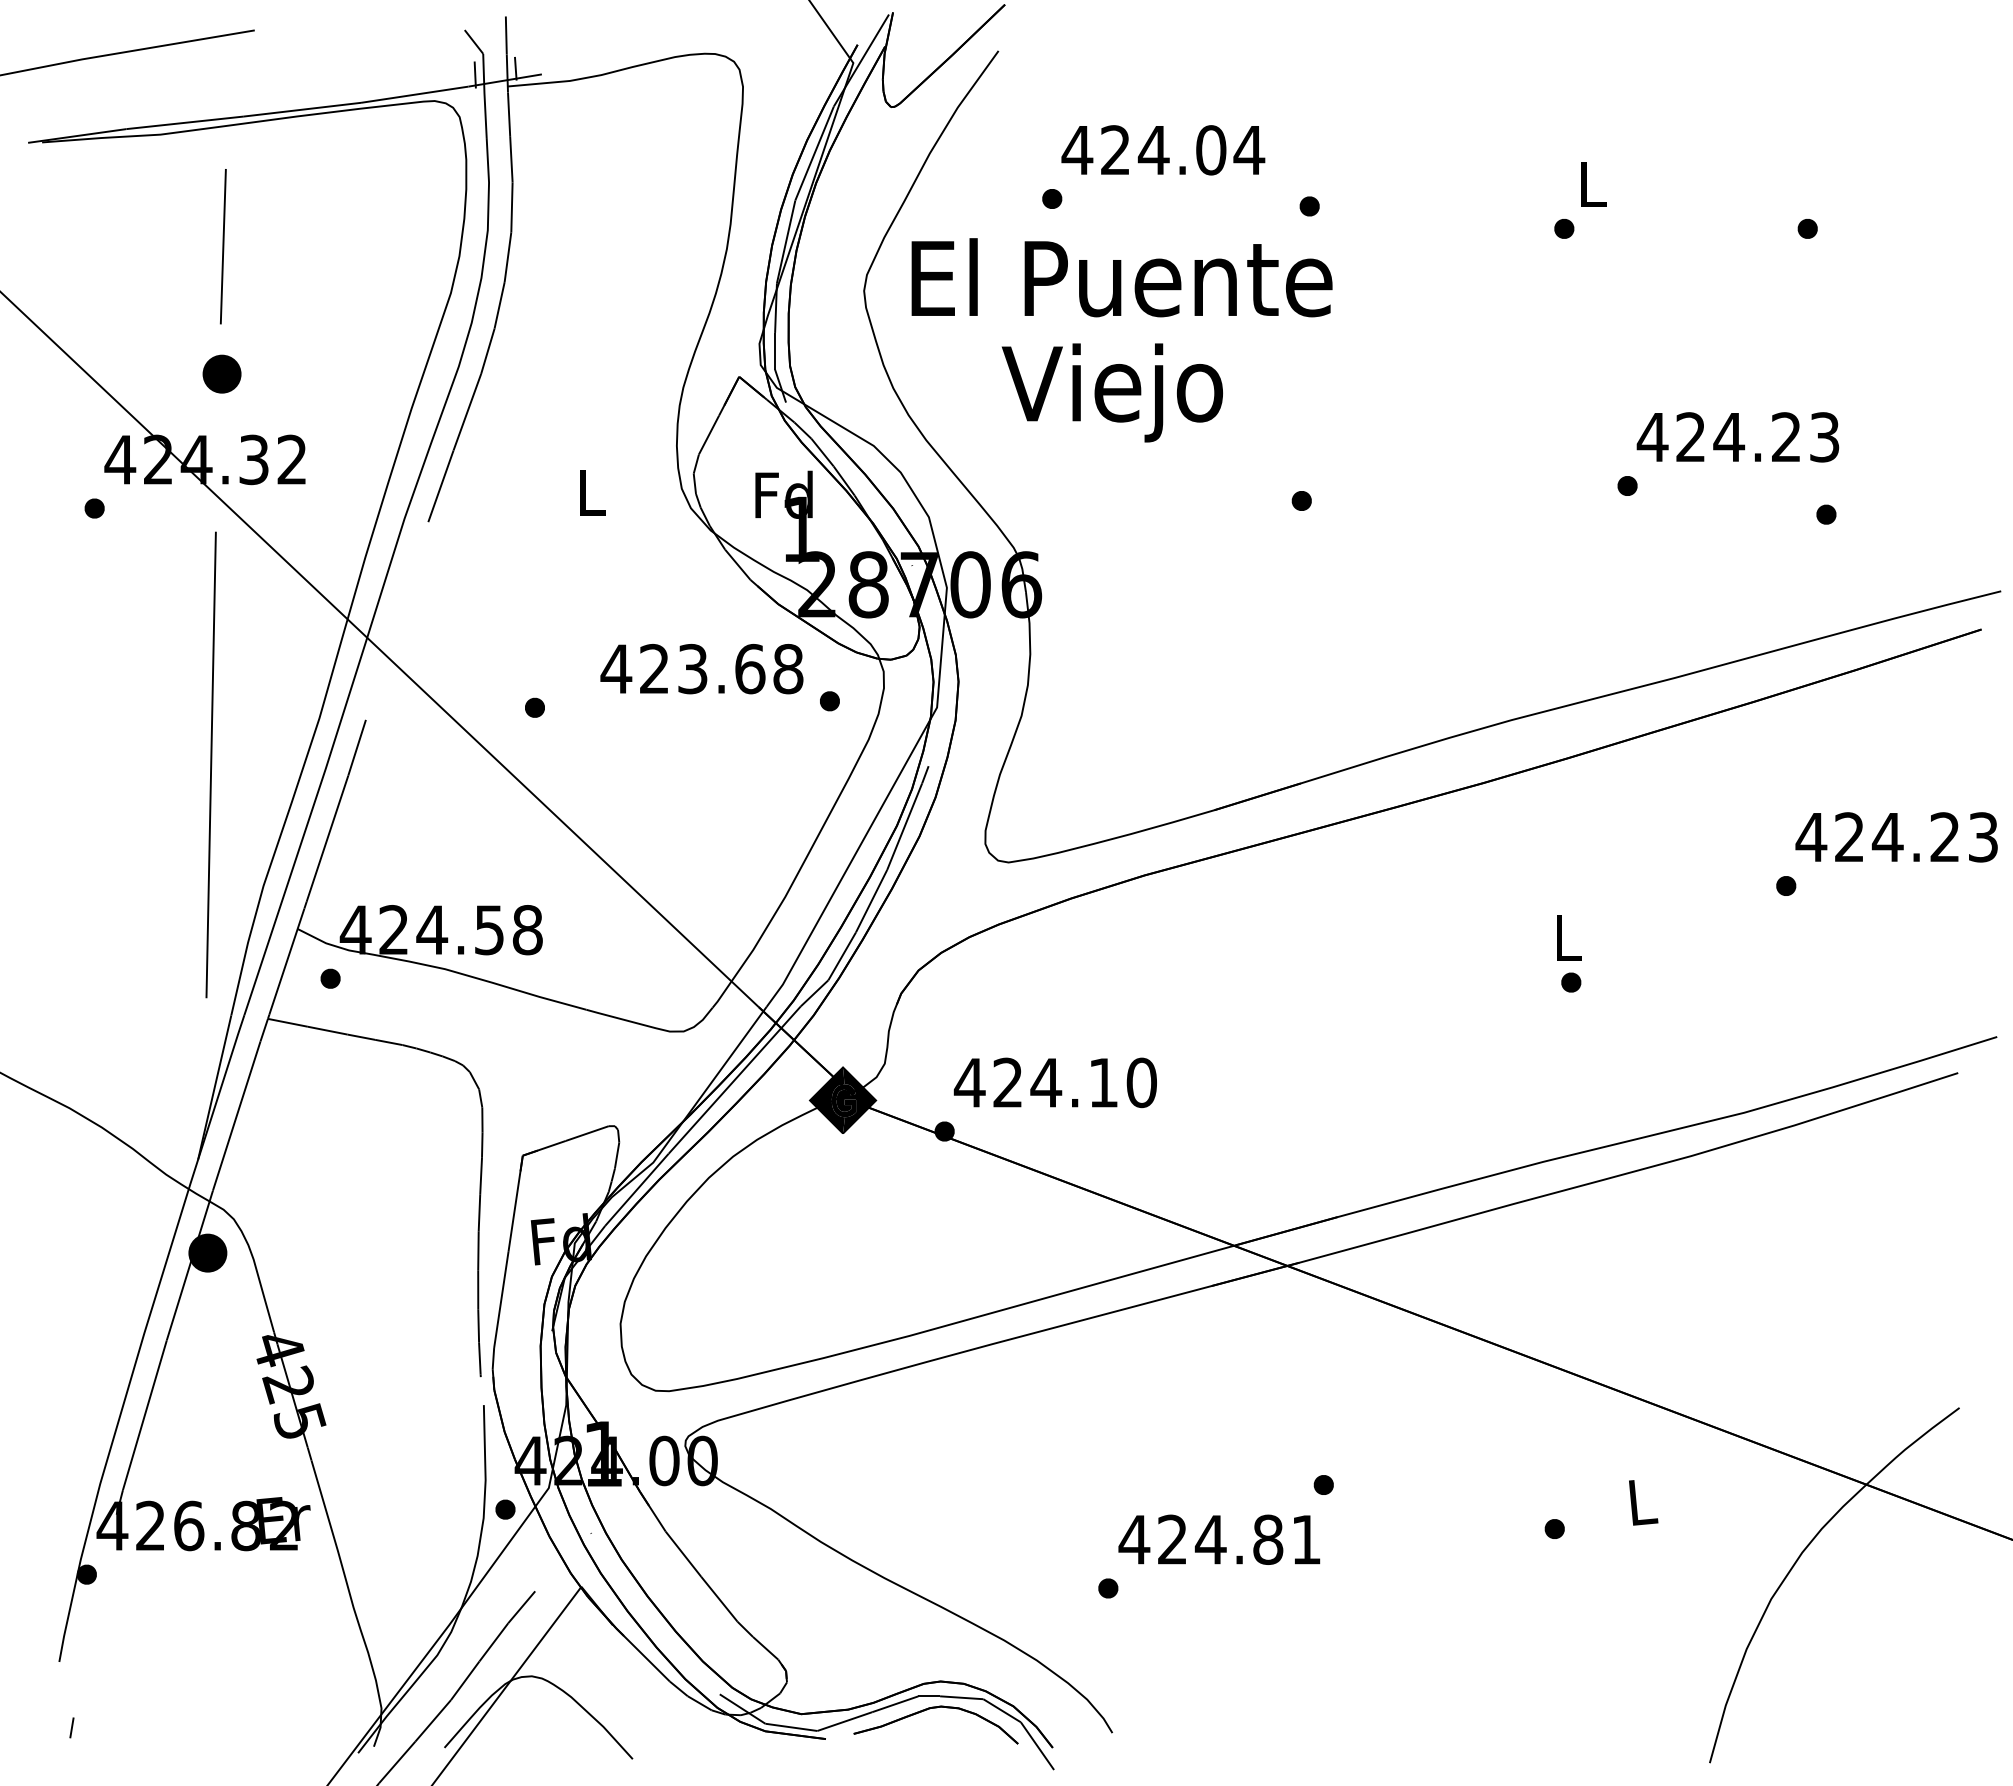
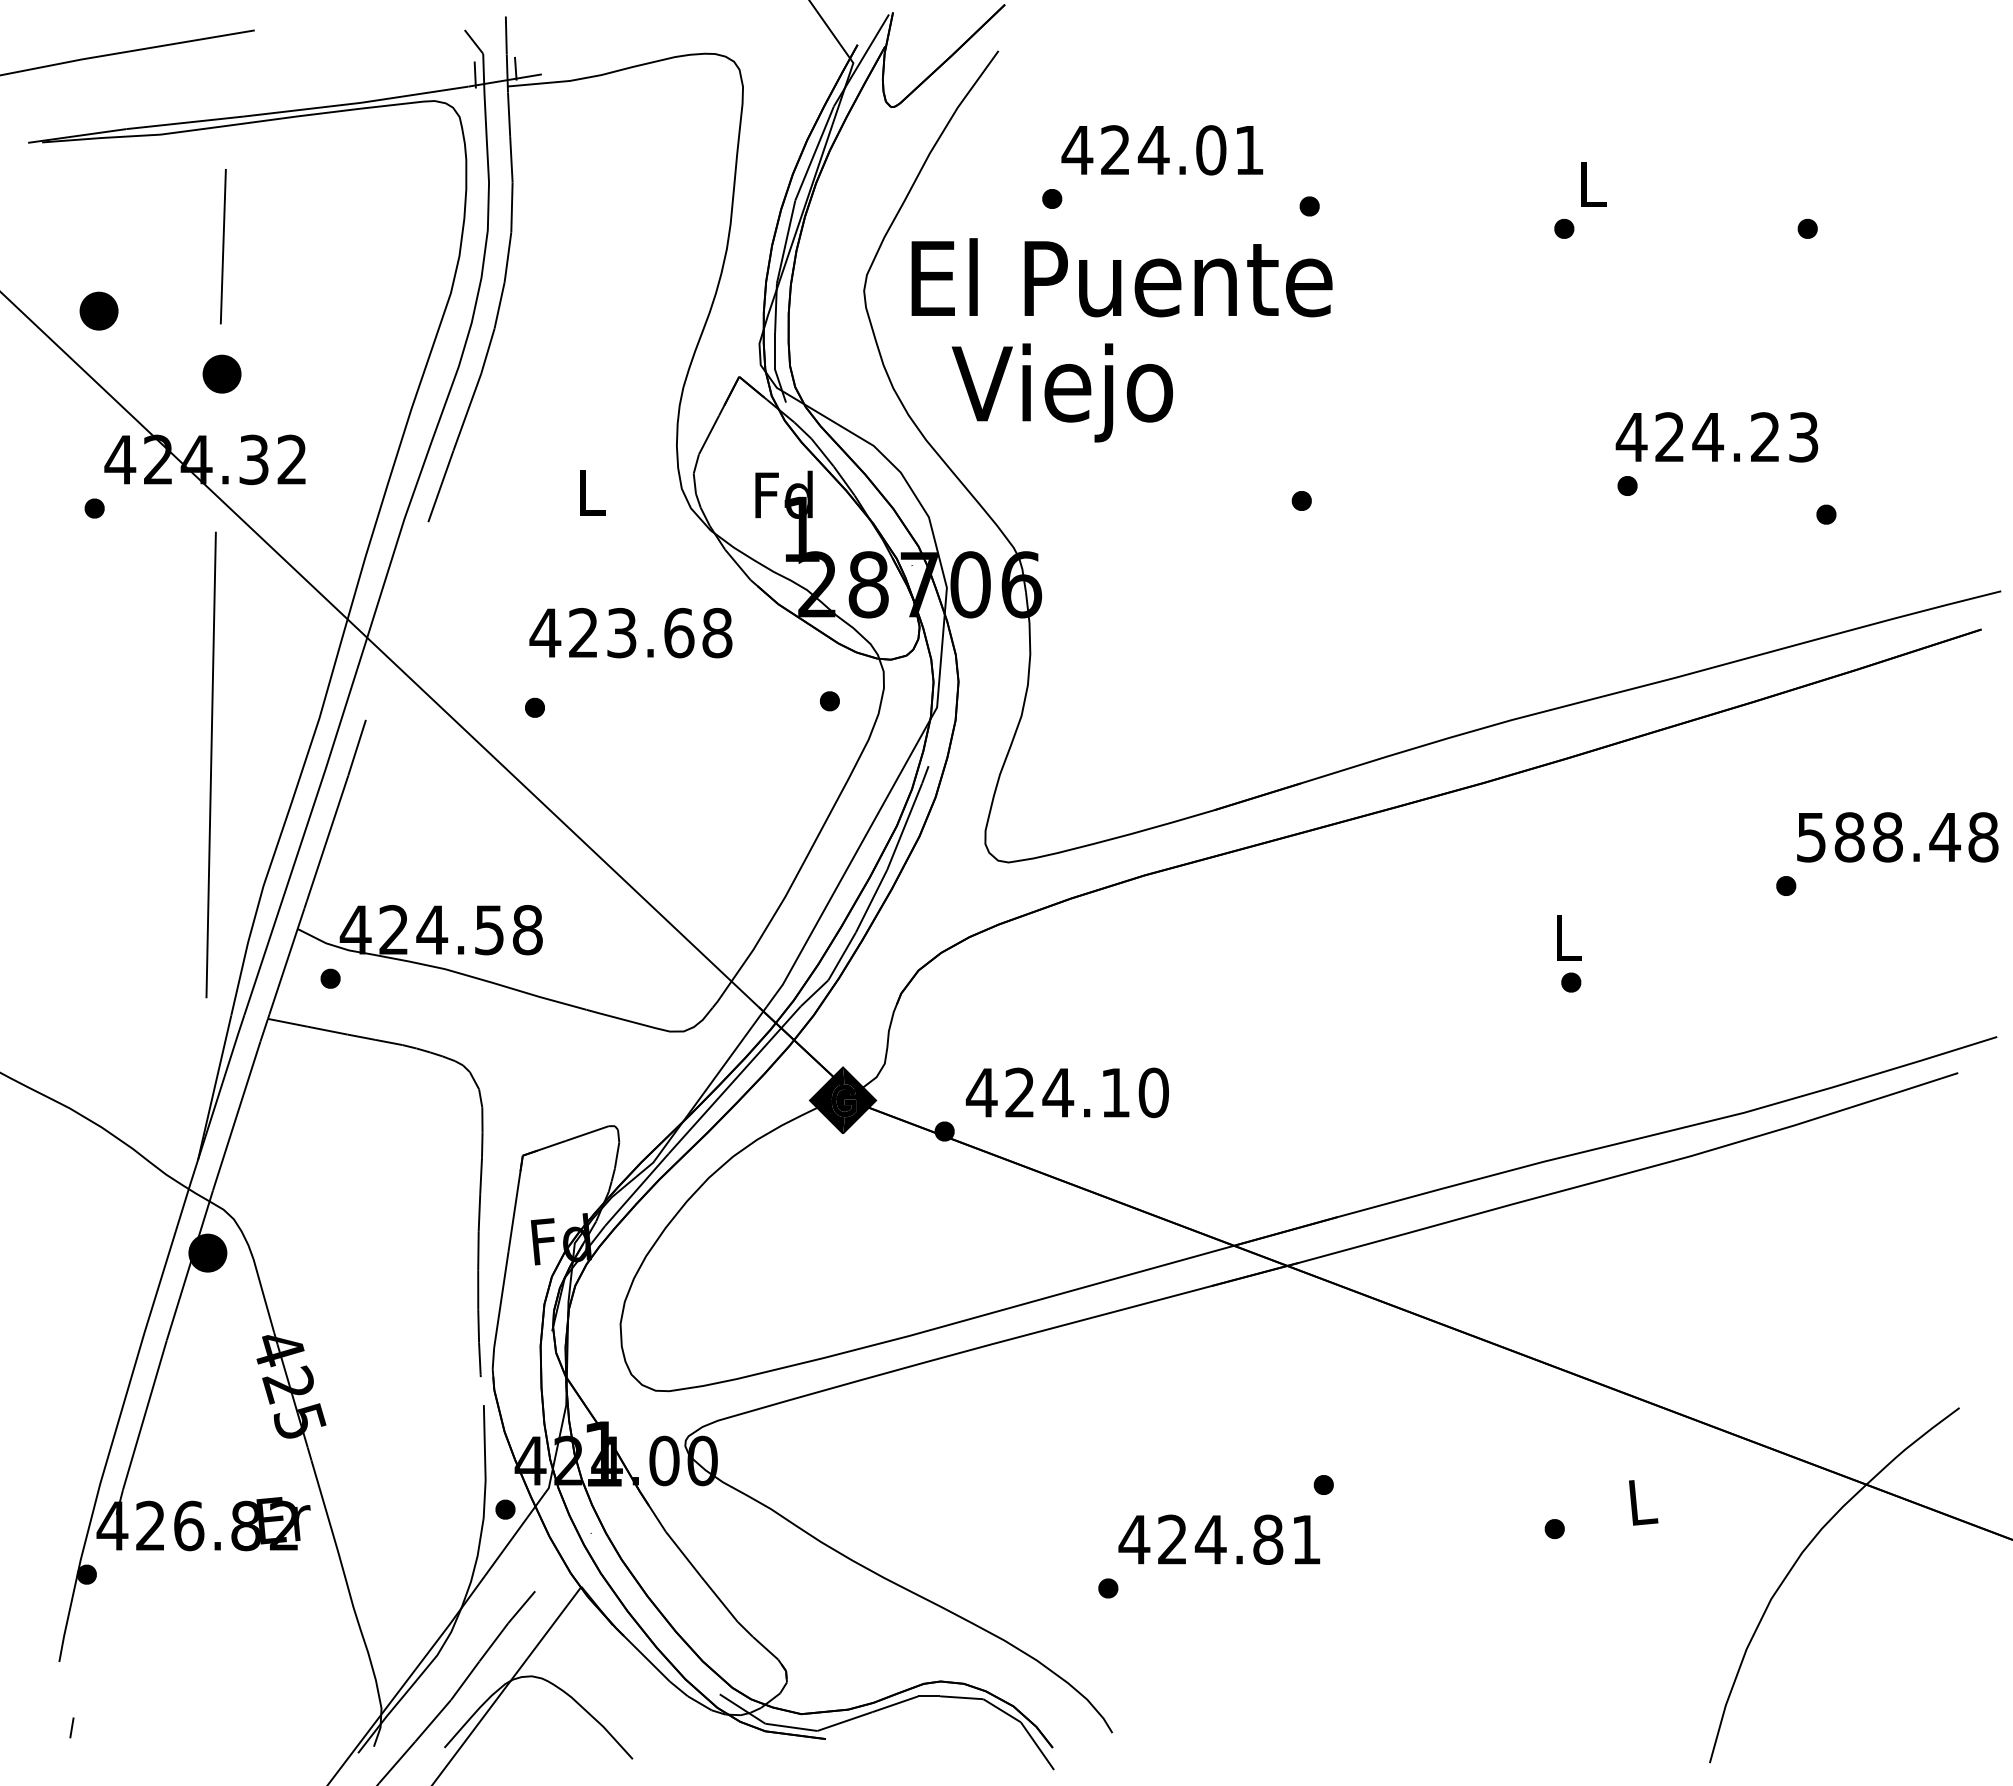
text at (1249, 150): 424.04 -> 424.01
part at (98, 310): none -> present
text at (1111, 392) position: (1111, 392) -> (1061, 392)
text at (1737, 437) position: (1737, 437) -> (1716, 437)
text at (701, 669) position: (701, 669) -> (630, 633)
text at (1896, 837): 424.23 -> 588.48
text at (1054, 1082) position: (1054, 1082) -> (1066, 1092)
part at (935, 1708): present -> none
